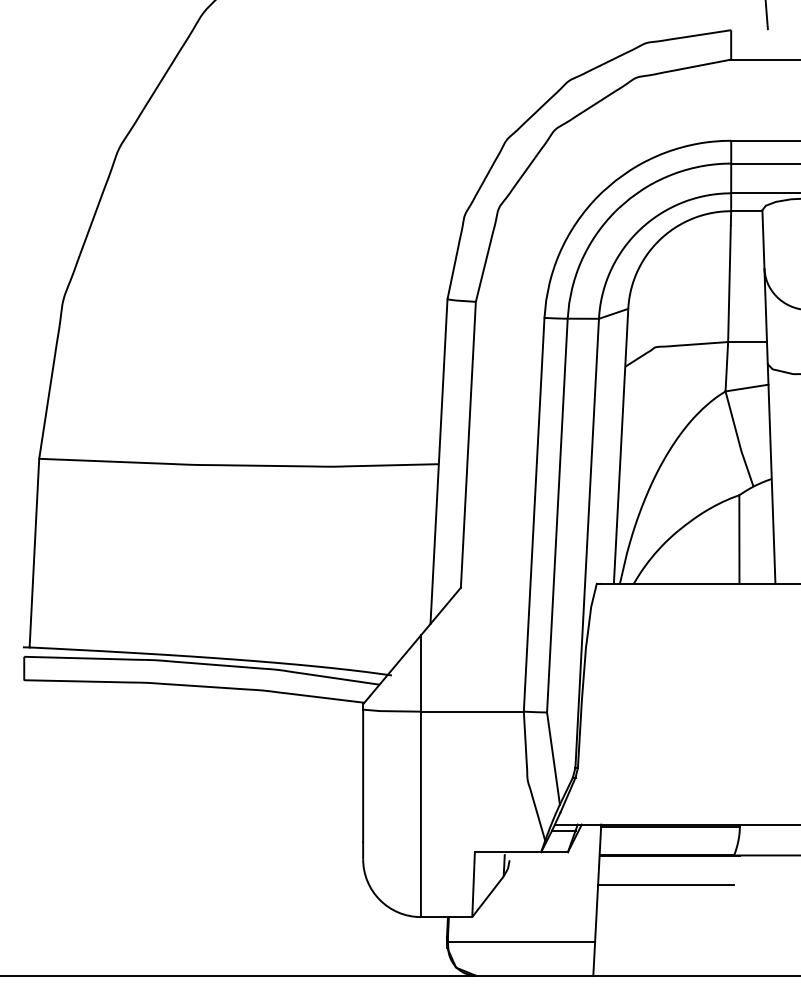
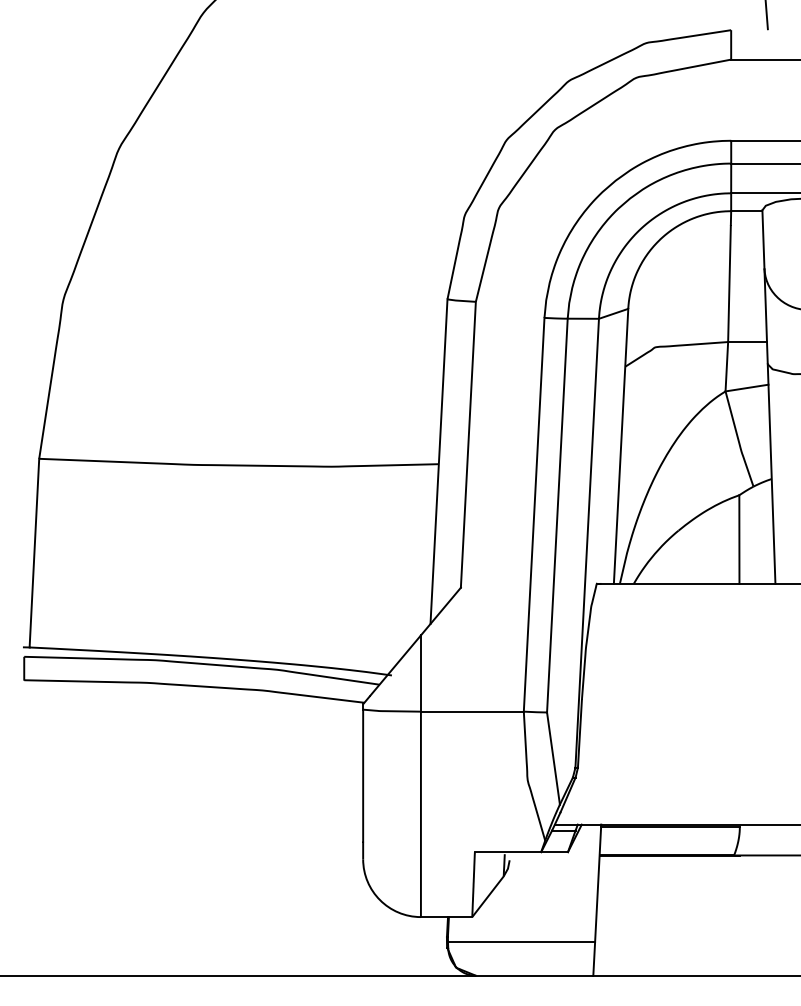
line at (666, 884): present -> none
